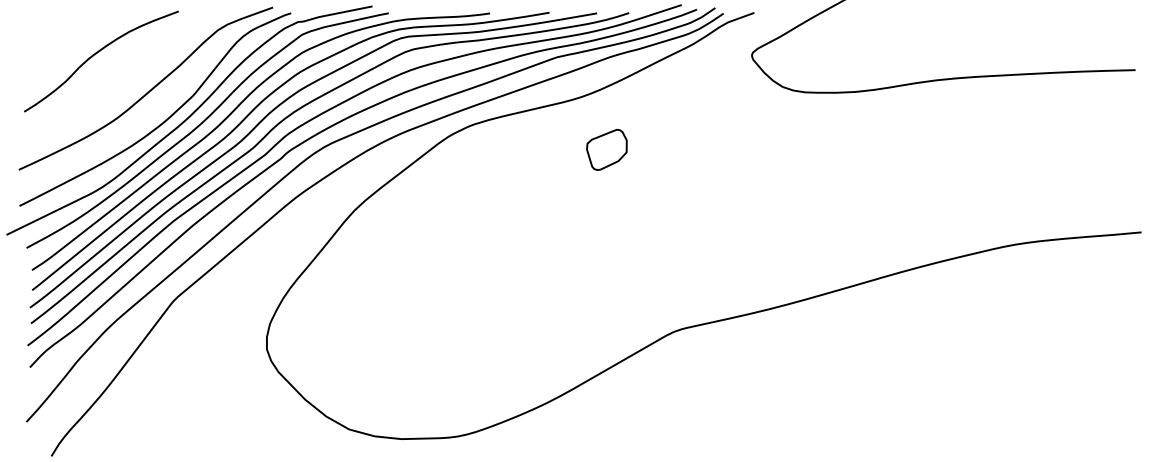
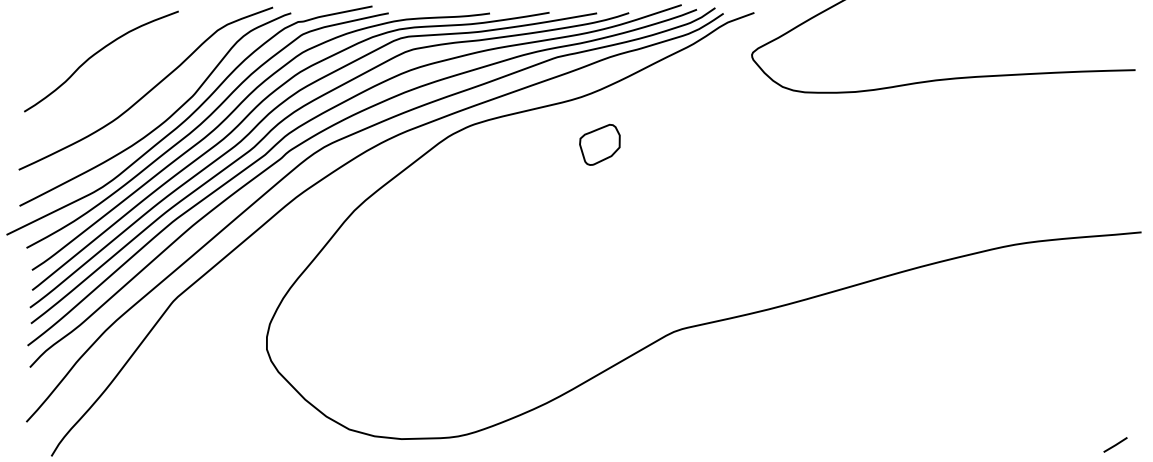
part at (606, 149) position: (606, 149) -> (599, 144)
line at (1115, 444): none -> present
